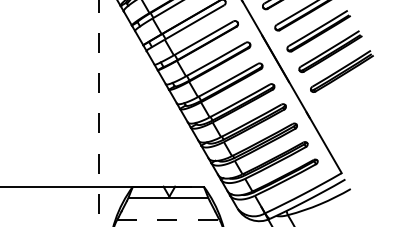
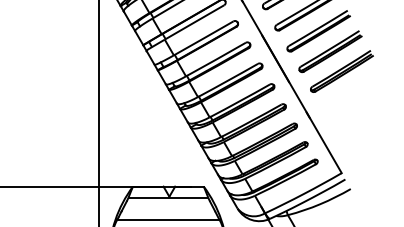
line at (98, 113): dashed -> solid
line at (168, 220): dashed -> solid
